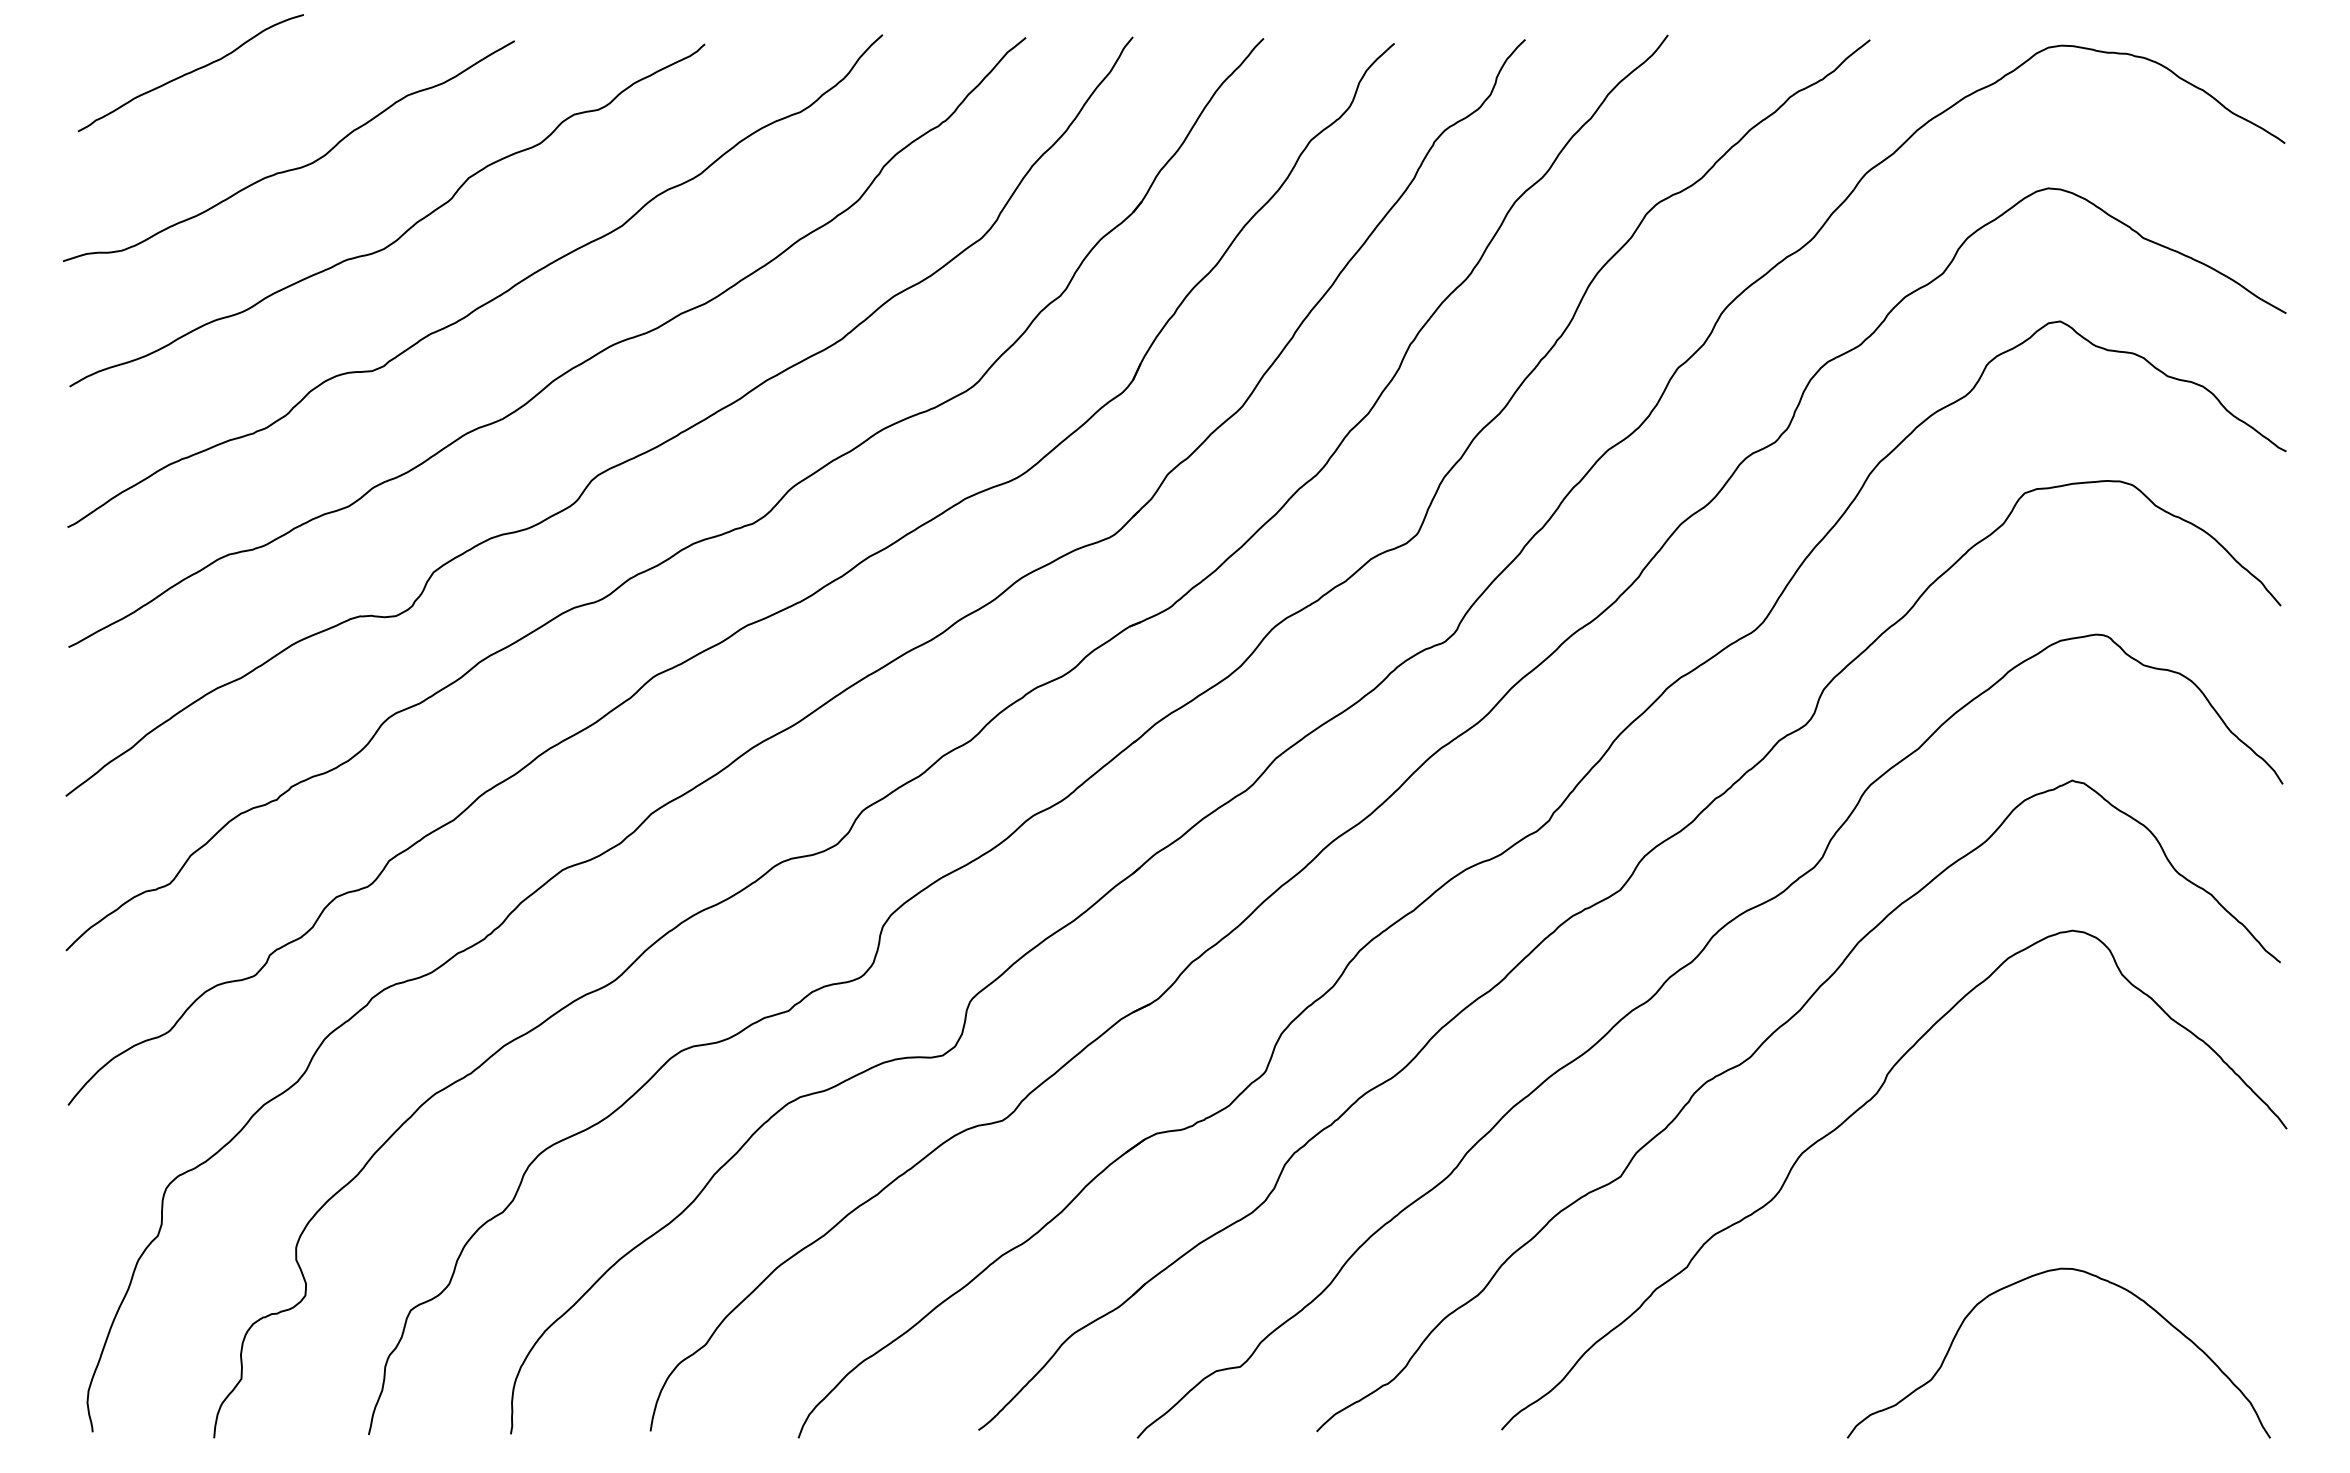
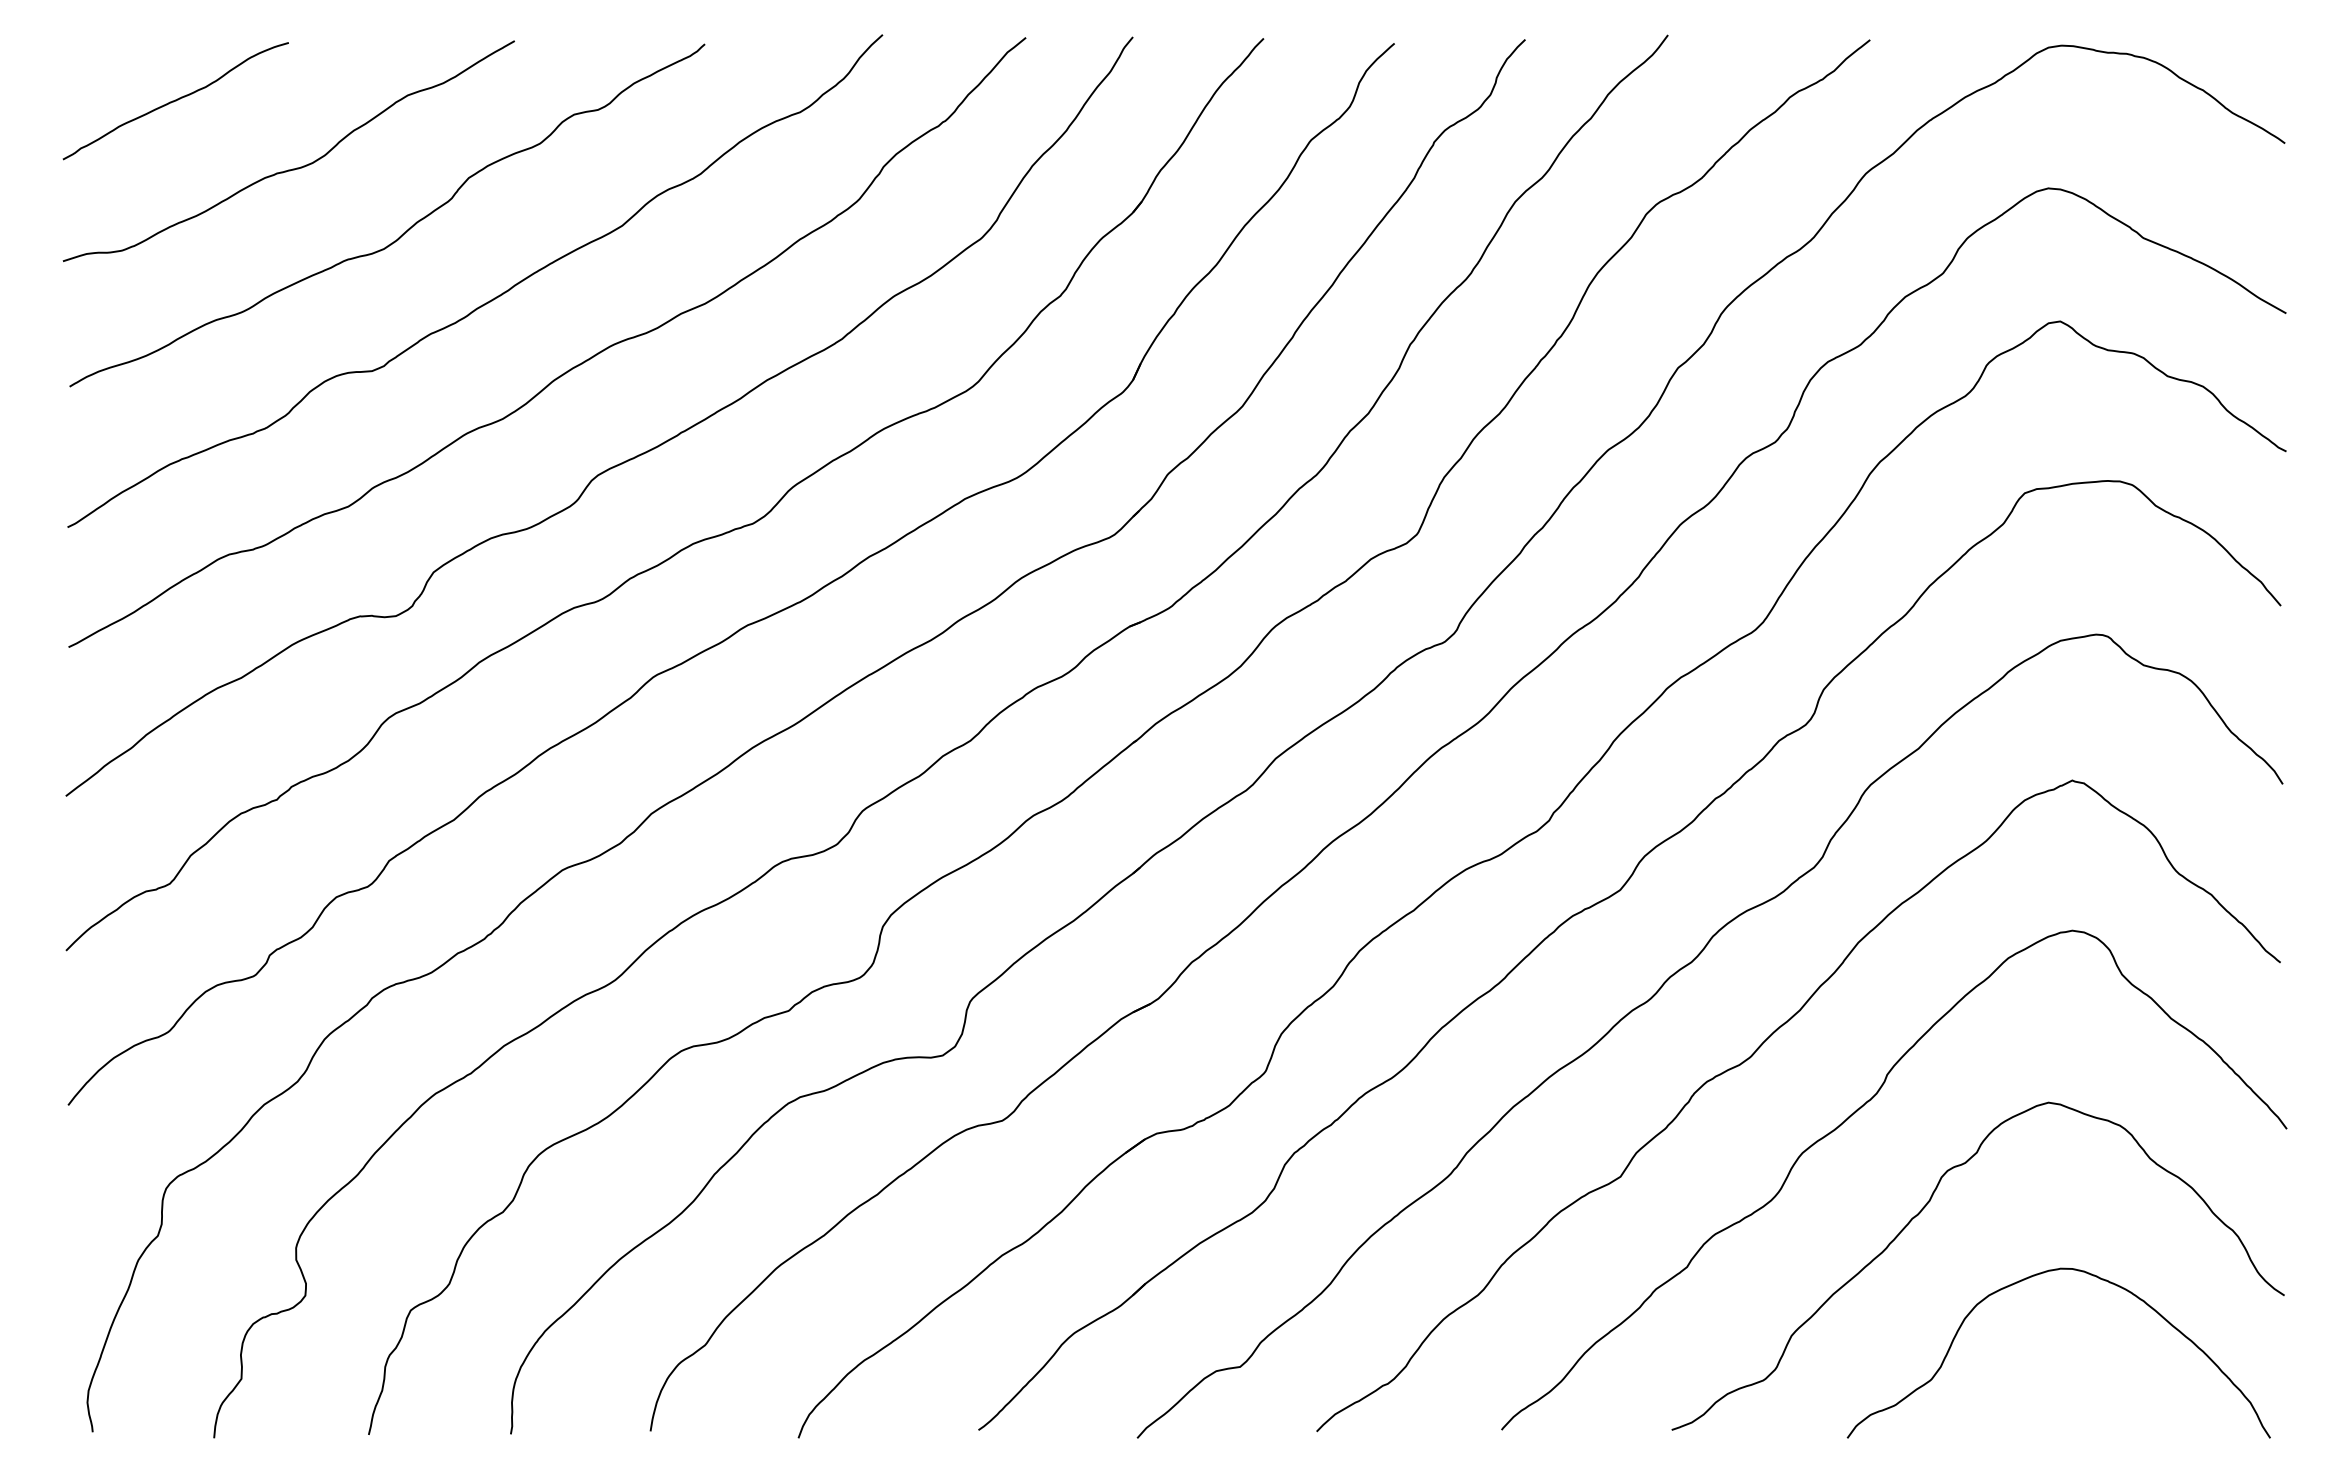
curve at (190, 73) position: (190, 73) -> (175, 101)
curve at (1921, 1212): none -> present
